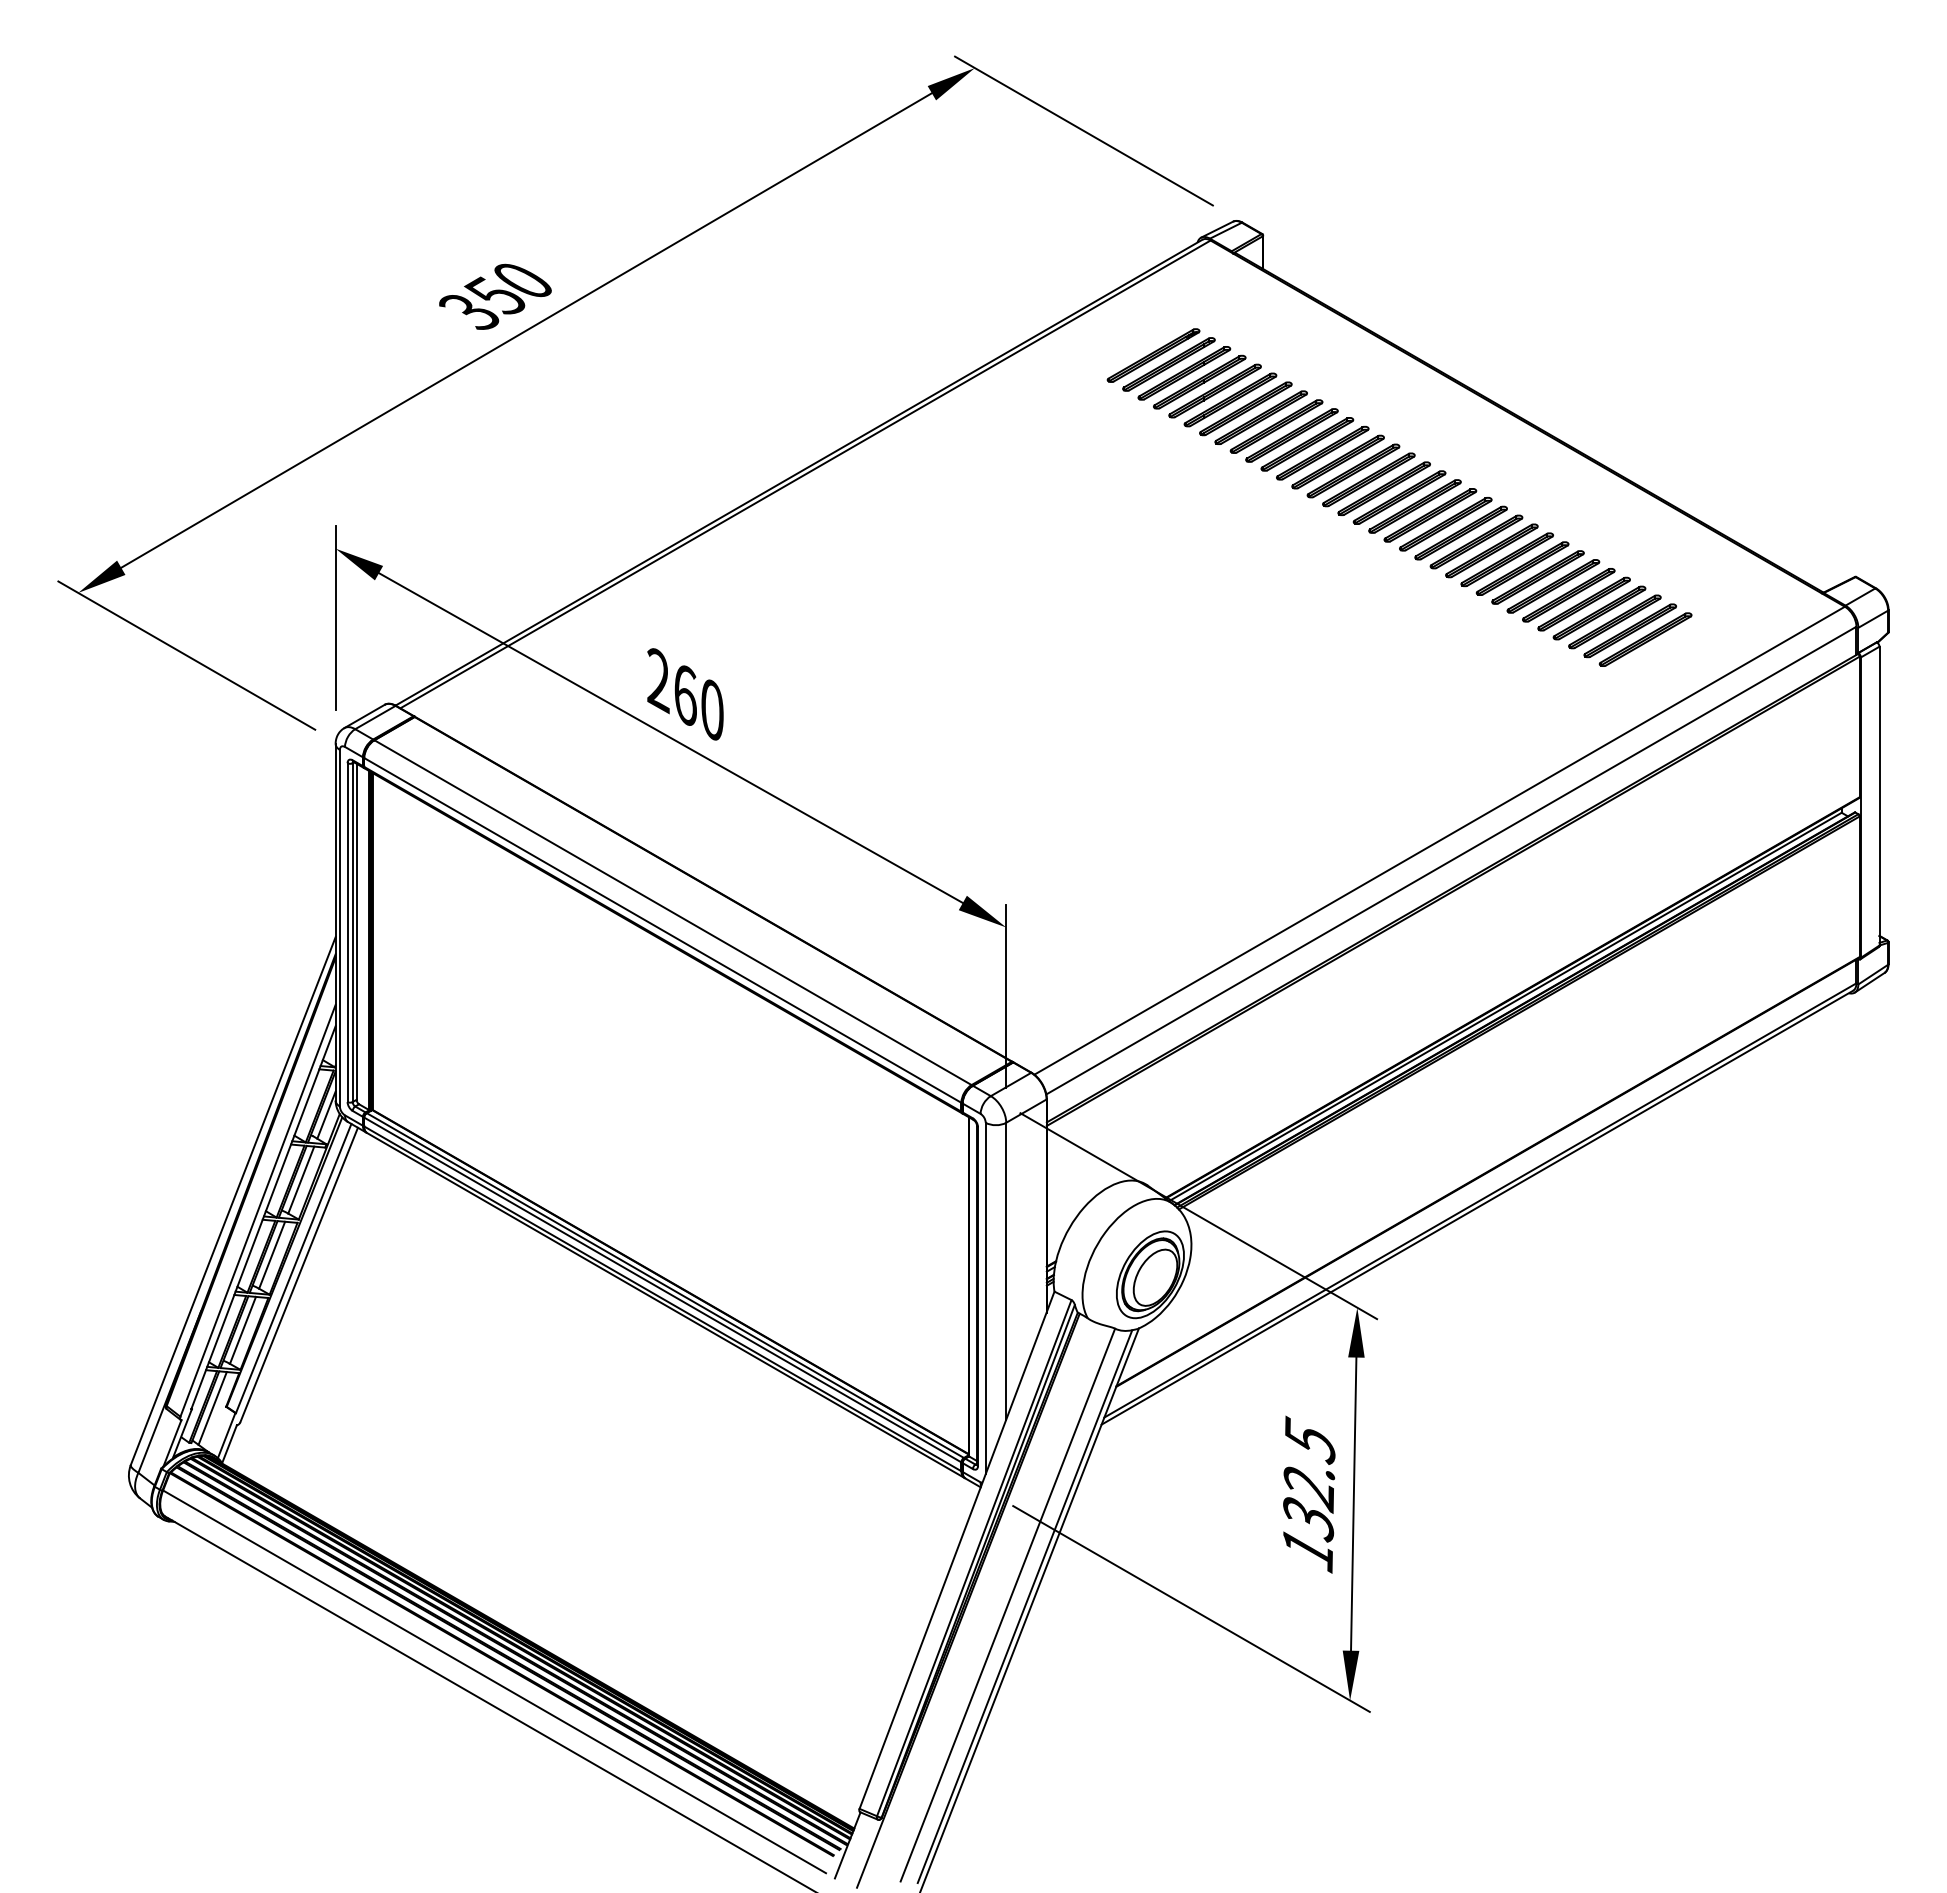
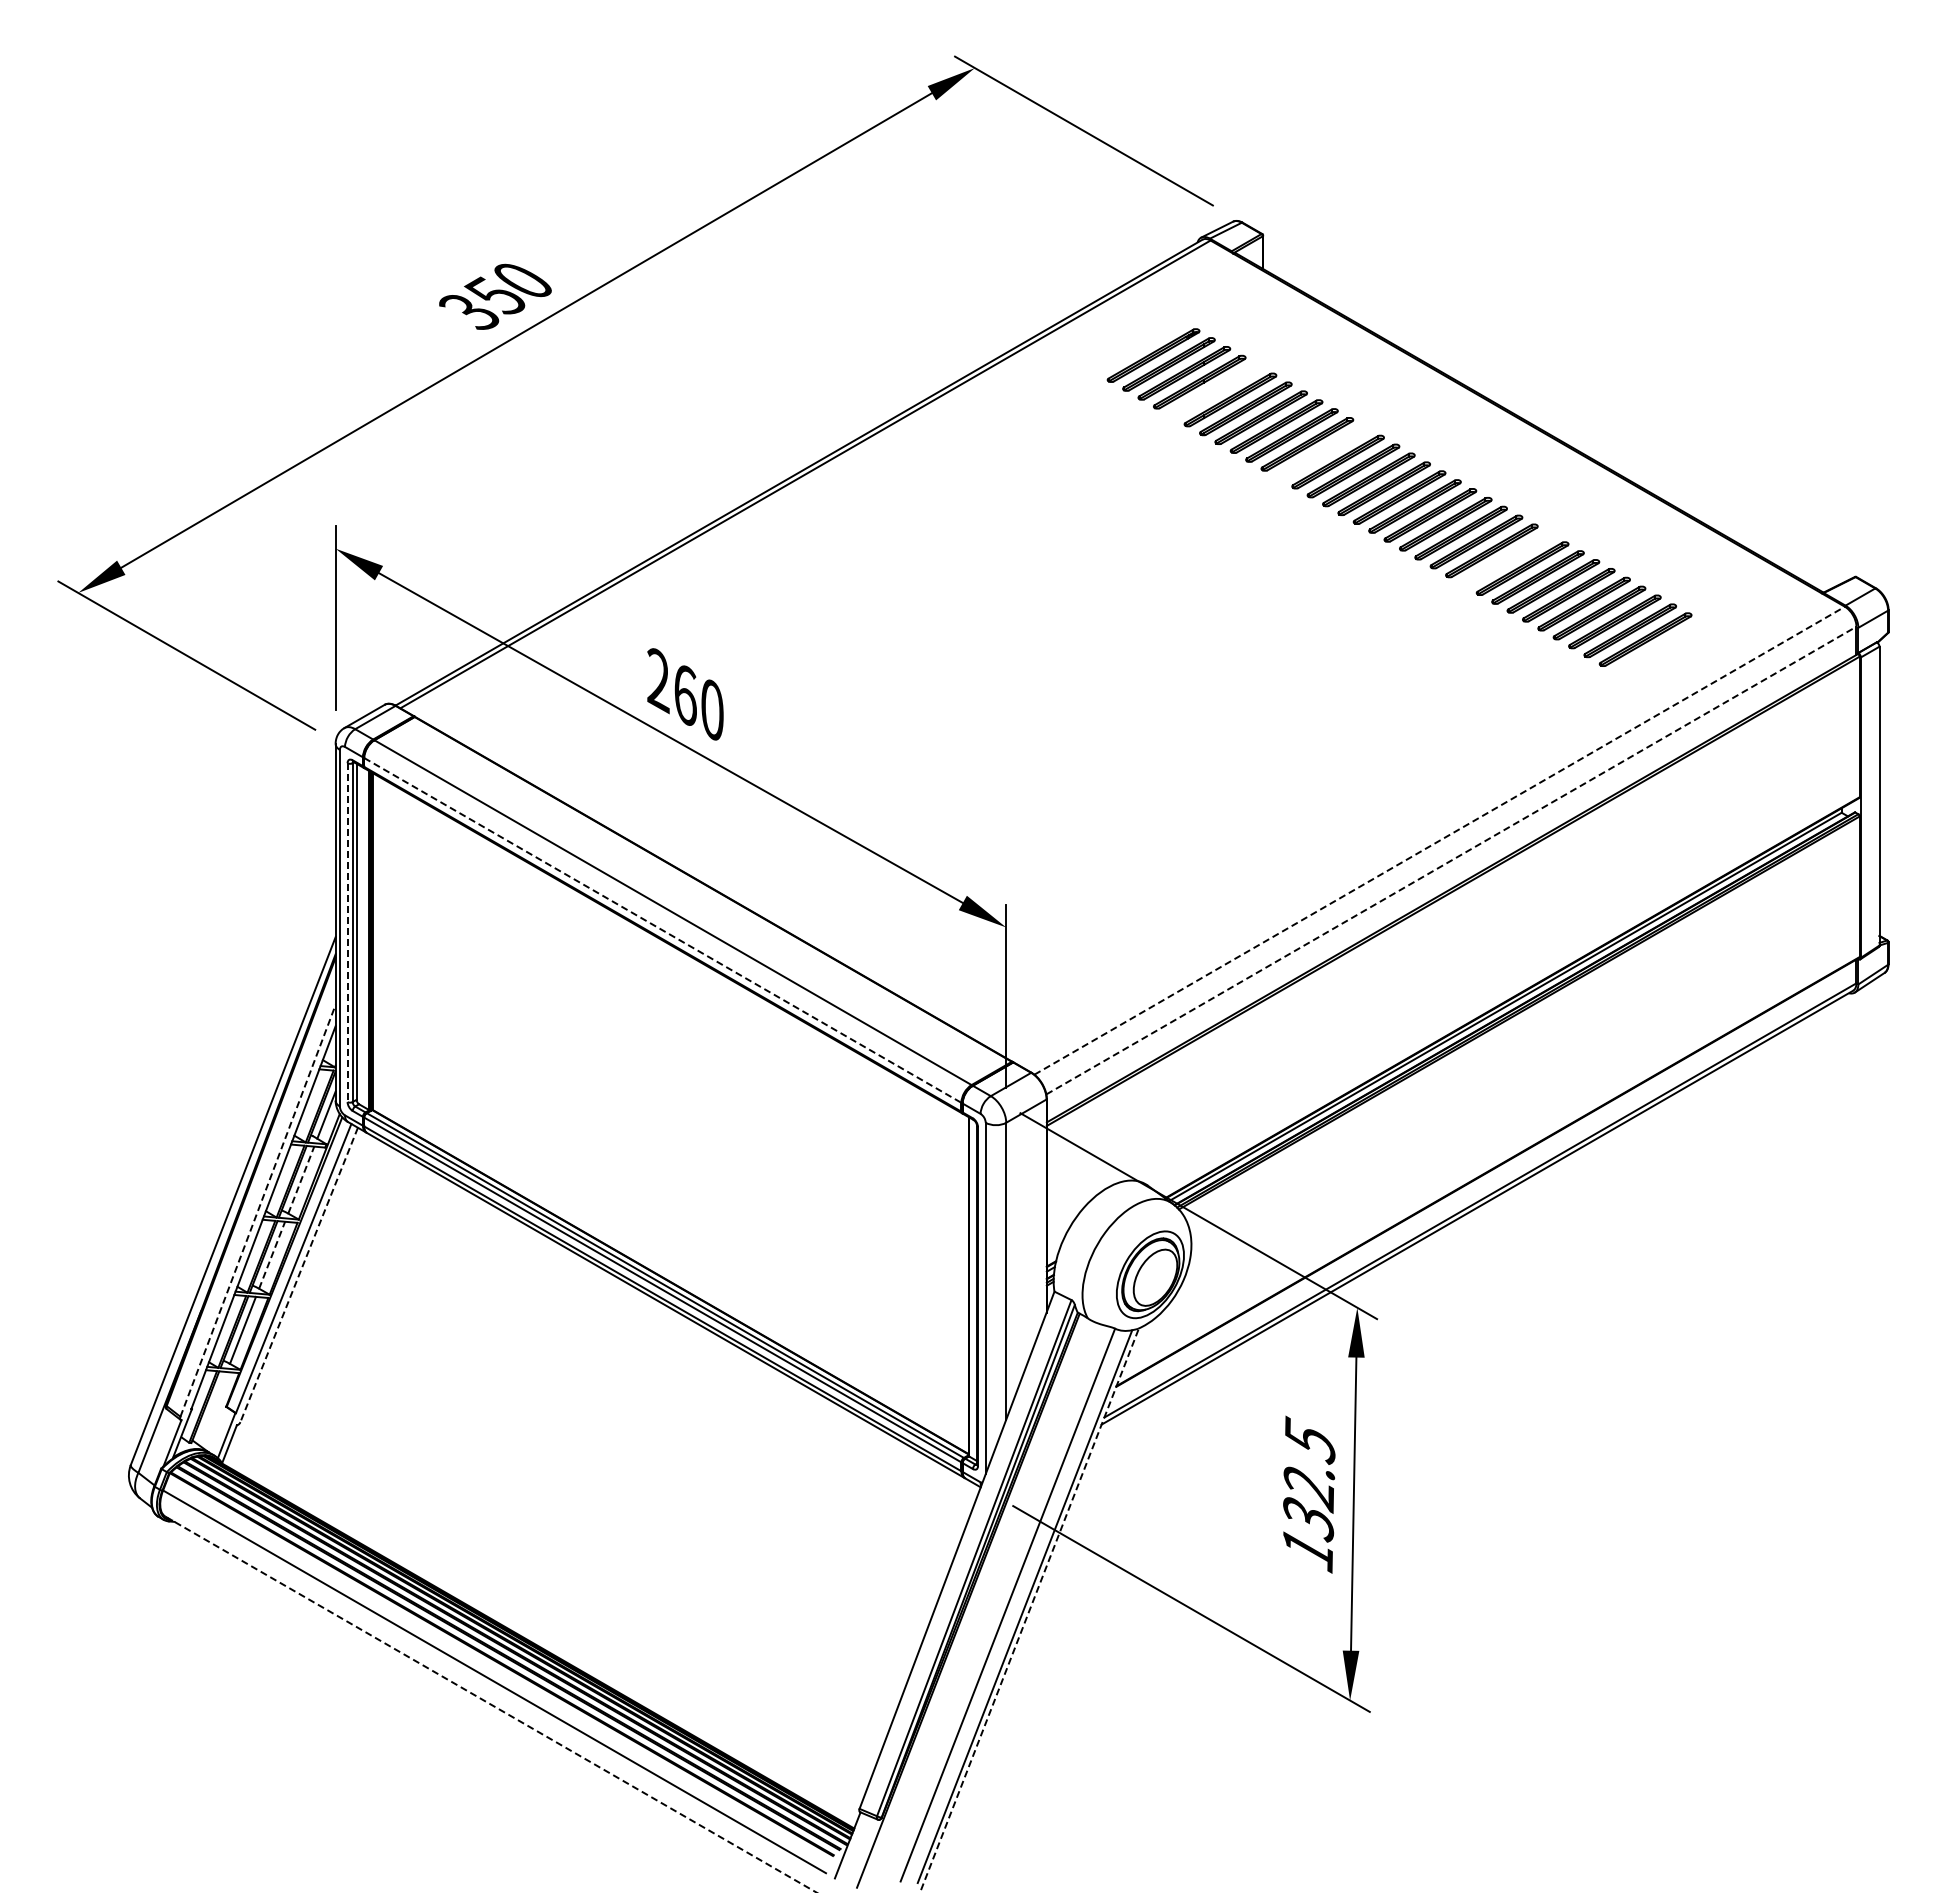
part at (1214, 390): present -> none
part at (1322, 452): present -> none
part at (1506, 559): present -> none
line at (1439, 840): solid -> dashed
line at (1451, 860): solid -> dashed
line at (662, 930): solid -> dashed
line at (347, 933): solid -> dashed
line at (301, 1180): solid -> dashed
line at (258, 1210): solid -> dashed
line at (272, 1255): solid -> dashed
line at (299, 1275): solid -> dashed
line at (212, 1408): present -> none
line at (1029, 1610): solid -> dashed
line at (491, 1704): solid -> dashed
